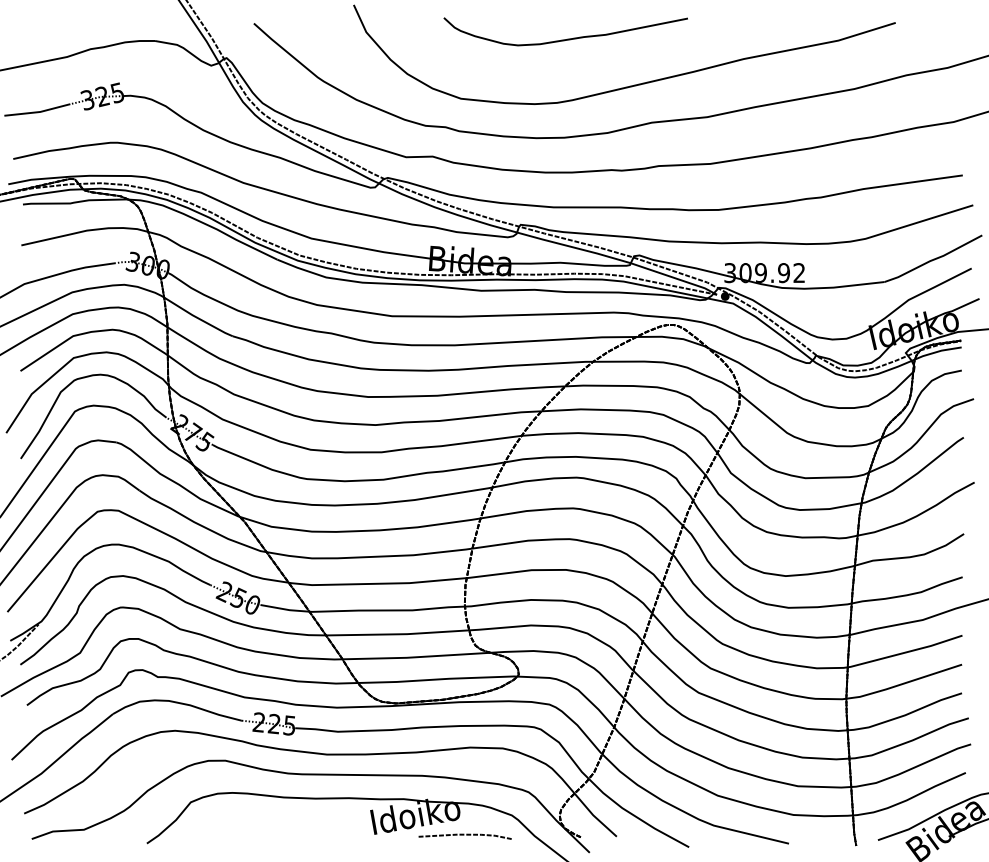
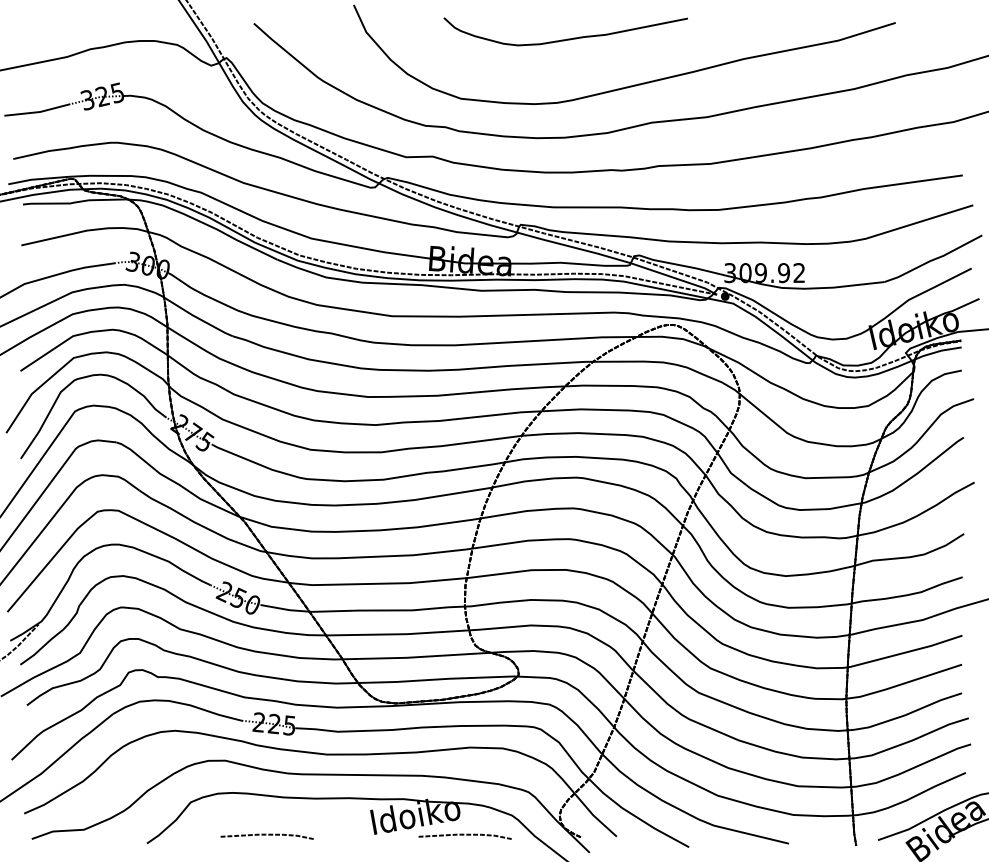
line at (266, 835): none -> present
